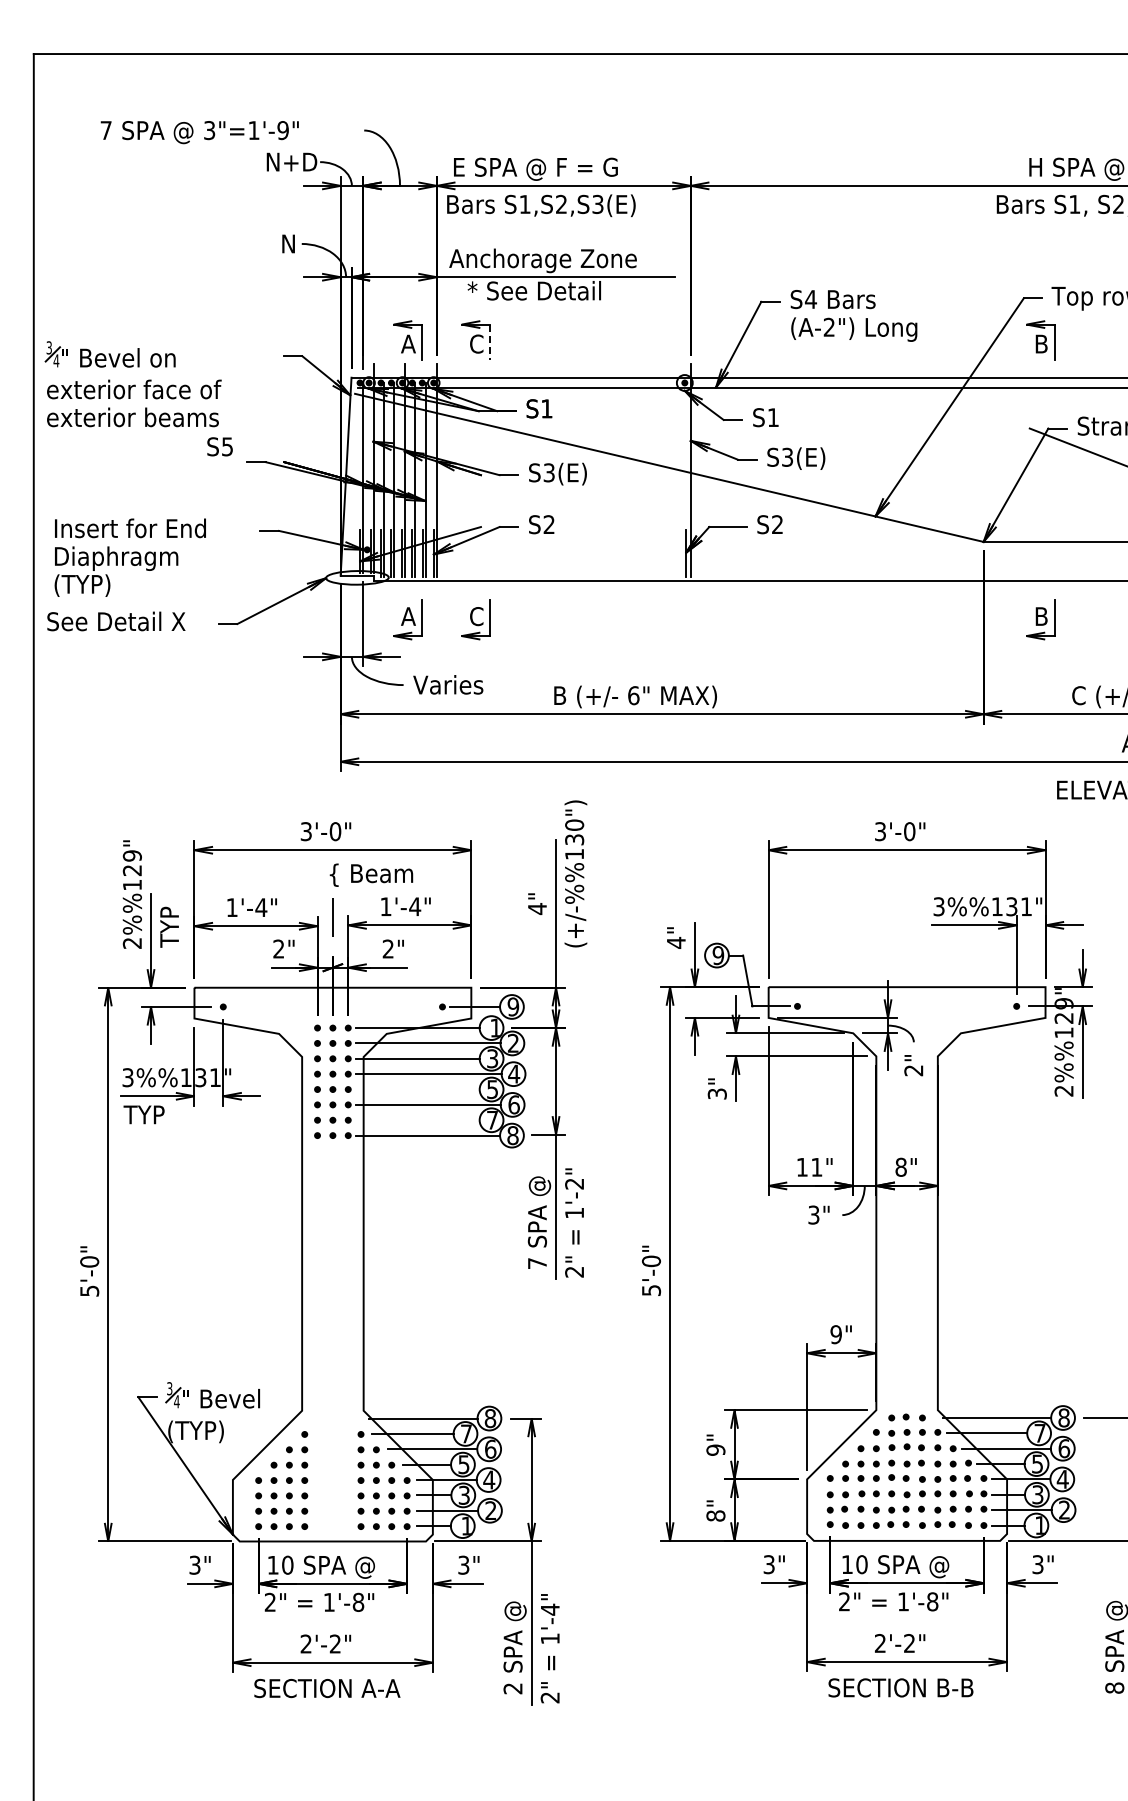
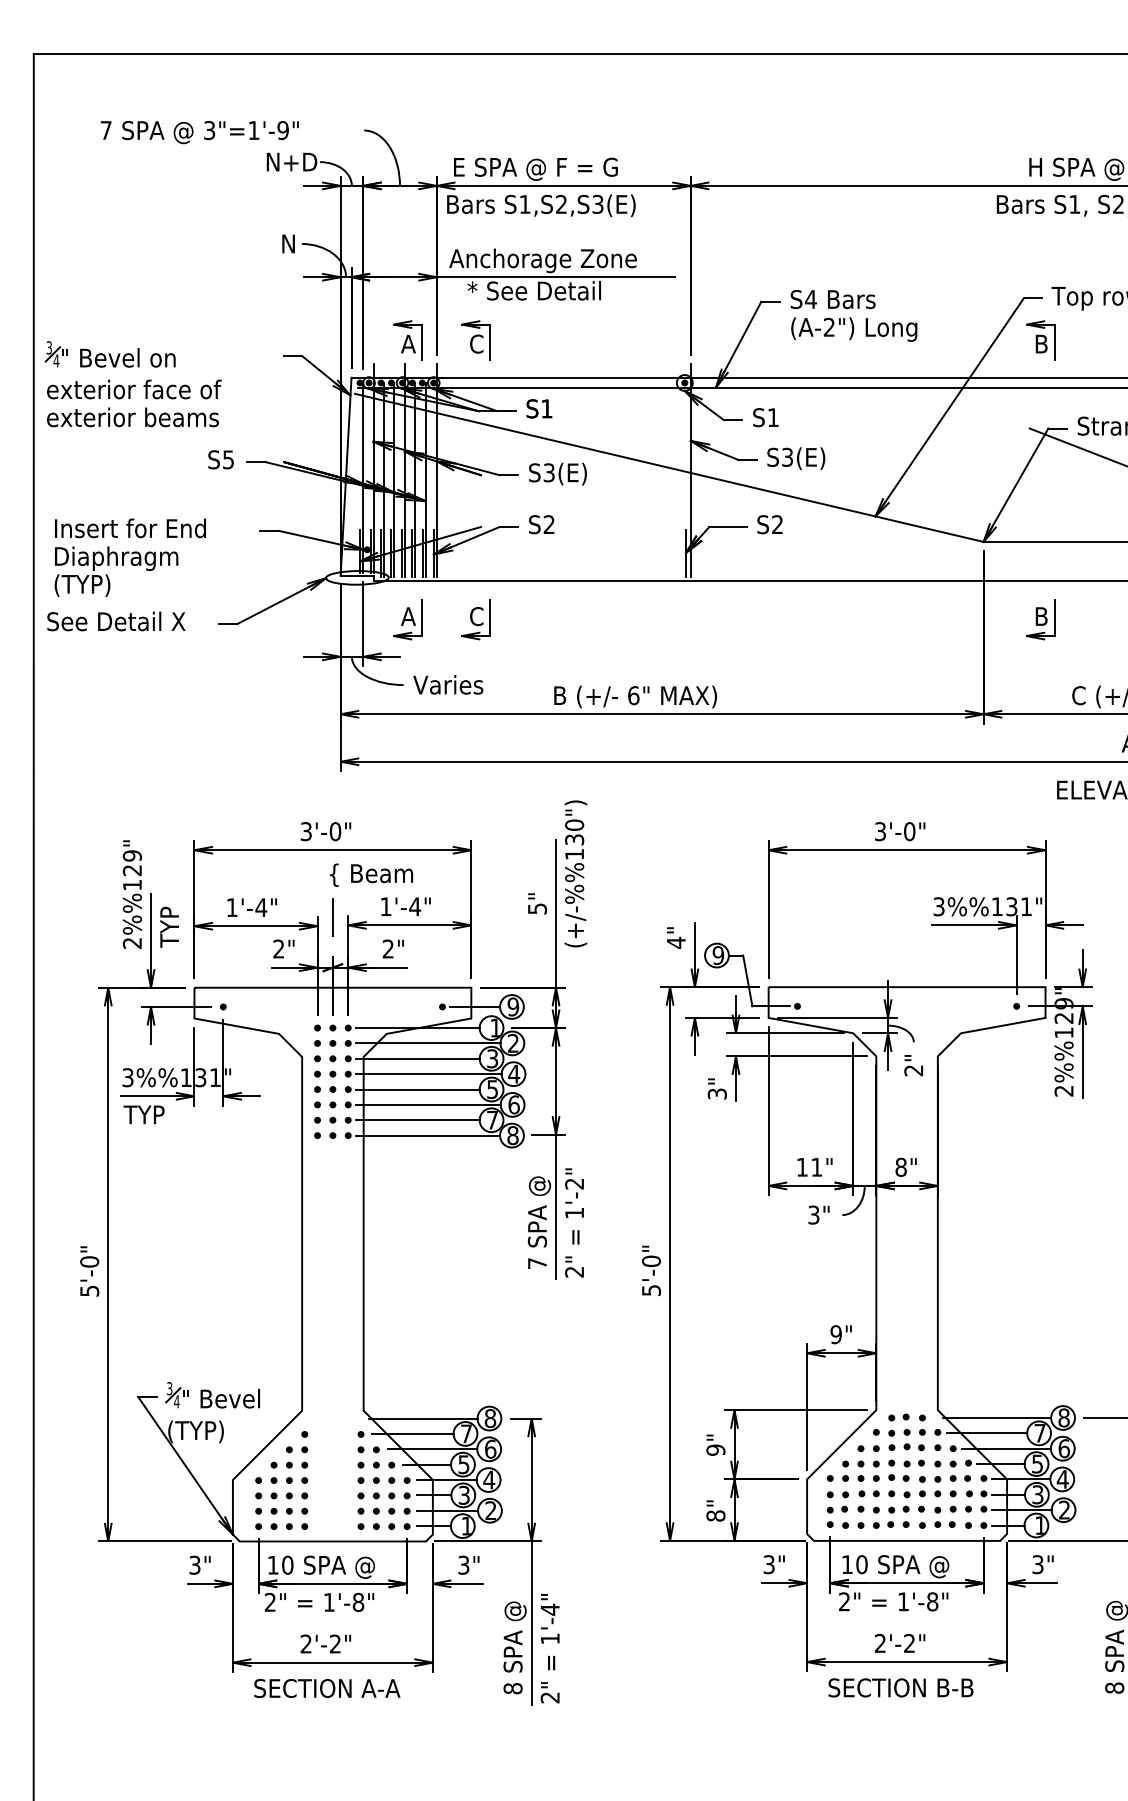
line at (490, 342): dashed -> solid
text at (219, 446) position: (219, 446) -> (220, 459)
text at (537, 909): 4" -> 5"
line at (417, 1089): none -> present
line at (417, 1120): none -> present
text at (512, 1688): 2 -> 8
